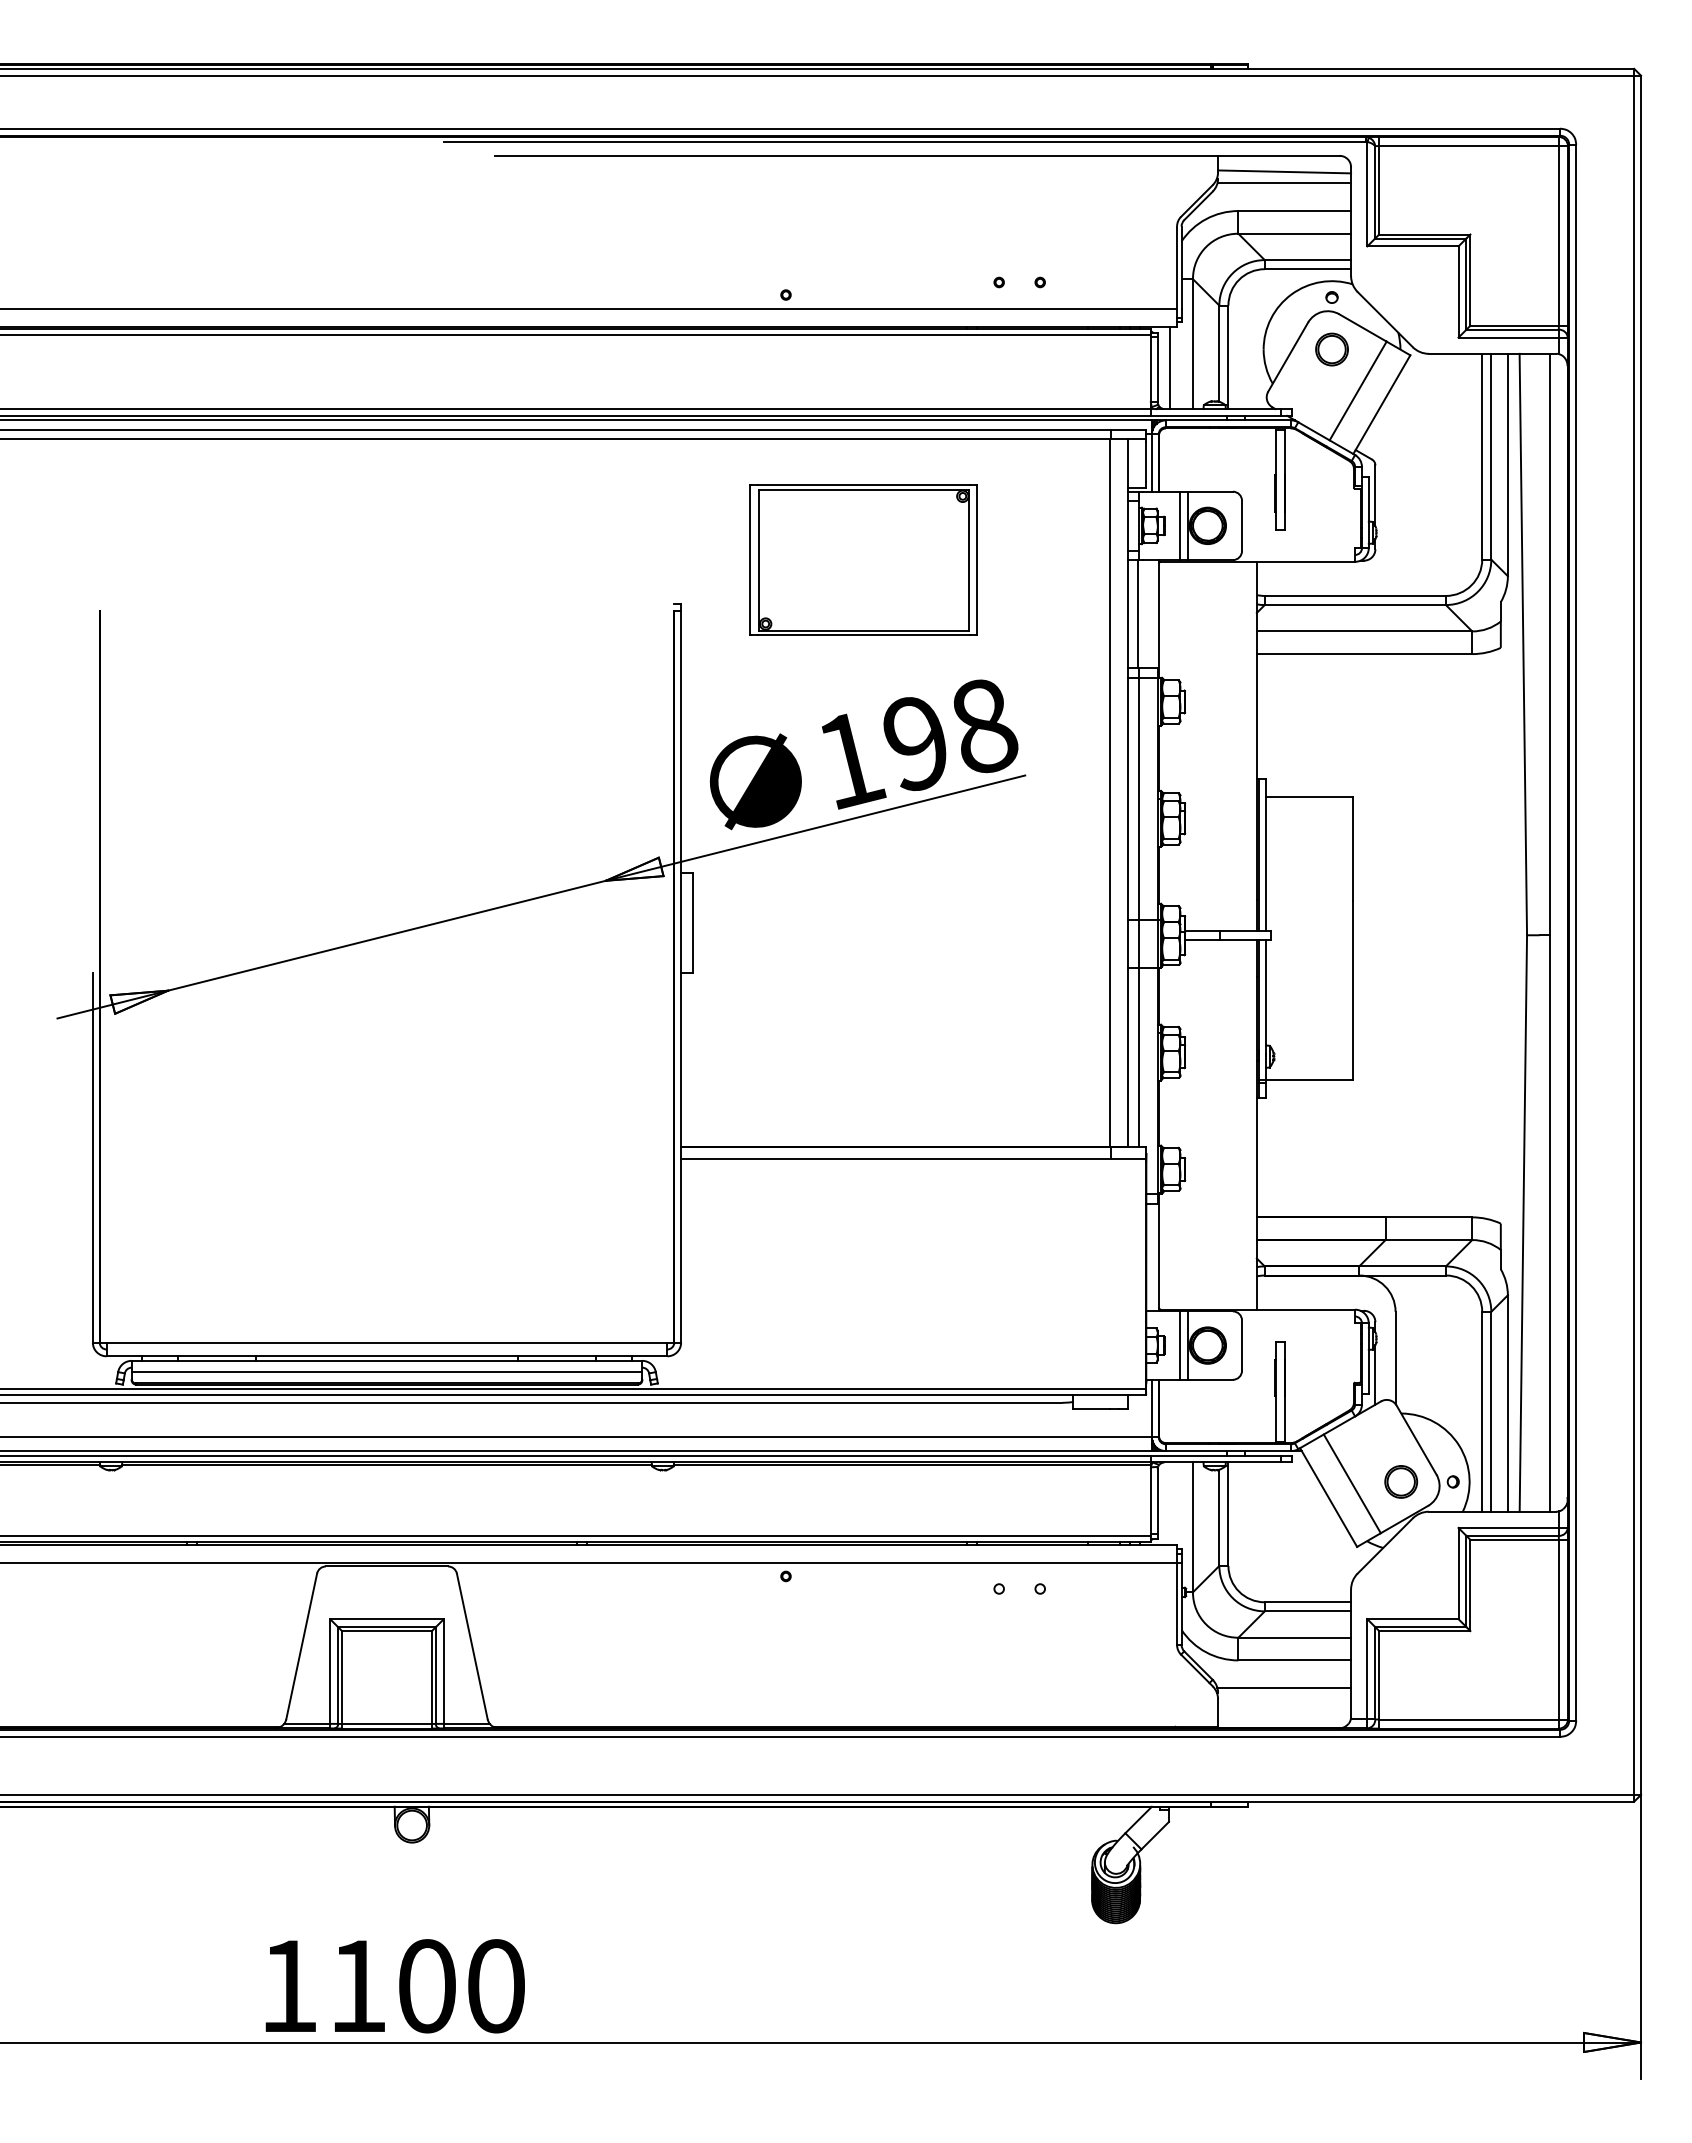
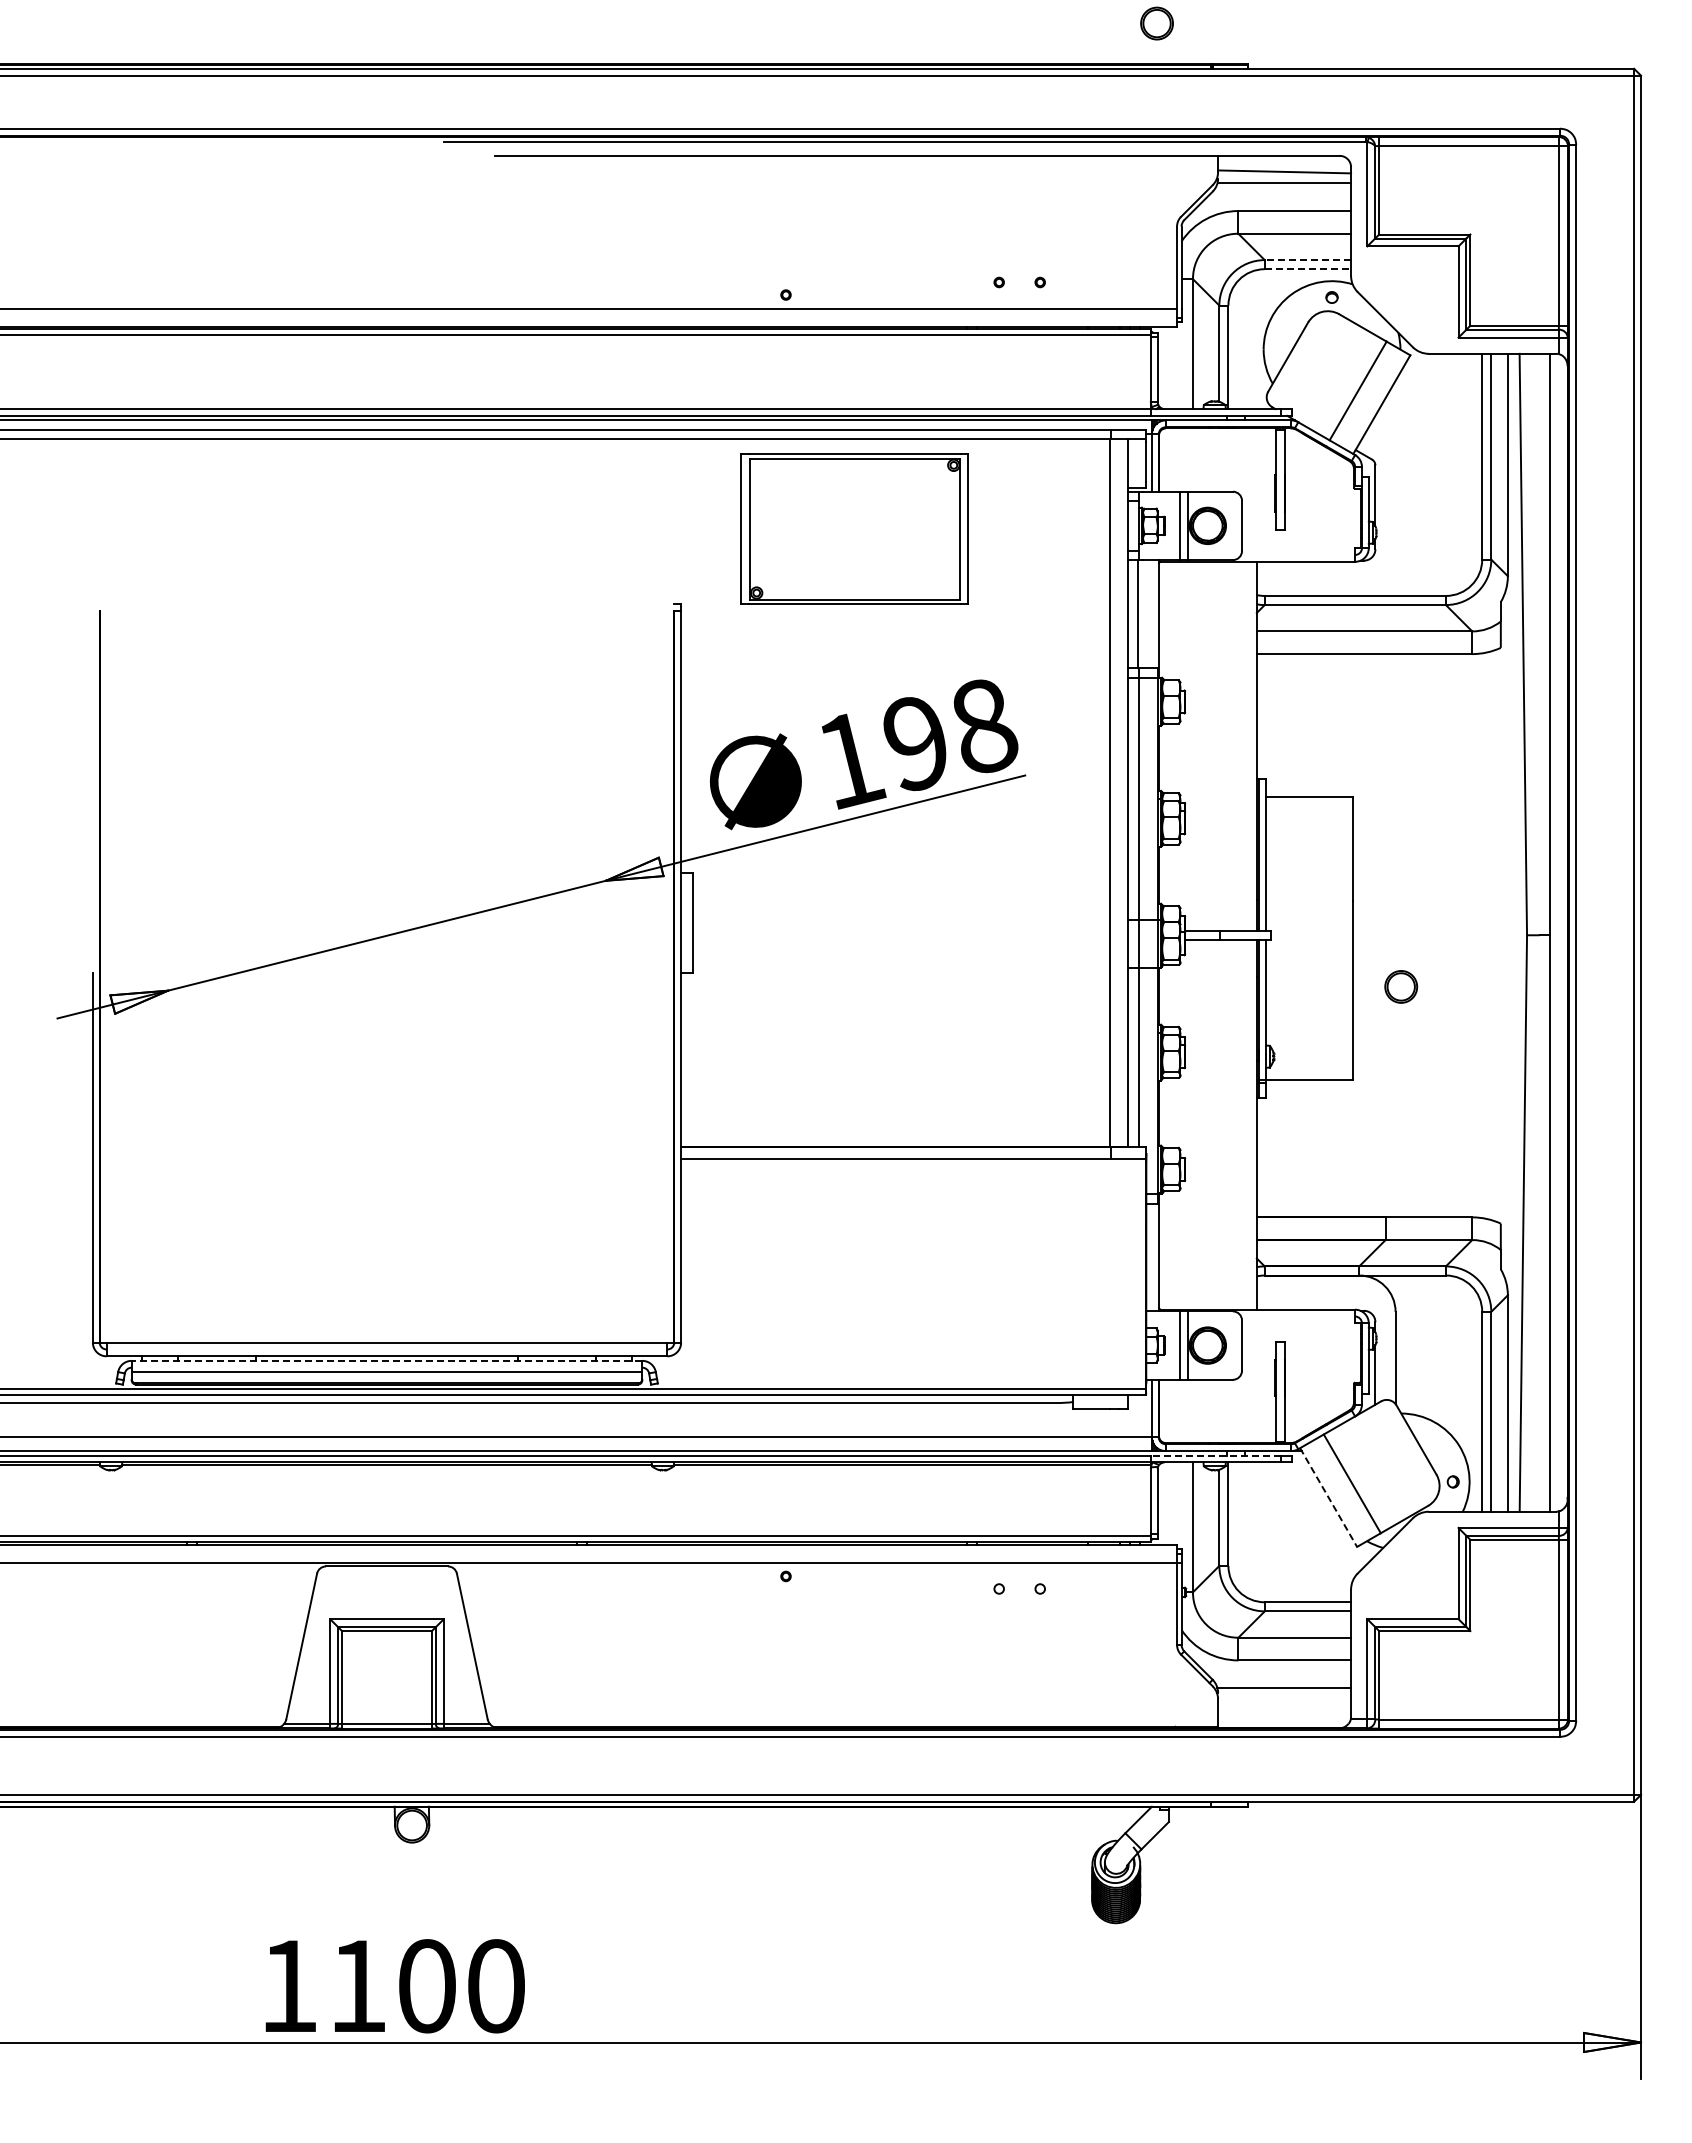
line at (1307, 260): solid -> dashed
line at (1308, 269): solid -> dashed
part at (1331, 349) position: (1331, 349) -> (1156, 23)
line at (1170, 367): present -> none
part at (863, 559) position: (863, 559) -> (854, 528)
line at (386, 1360): solid -> dashed
line at (1215, 1455): solid -> dashed
part at (1401, 1481) position: (1401, 1481) -> (1401, 986)
line at (1328, 1497): solid -> dashed
